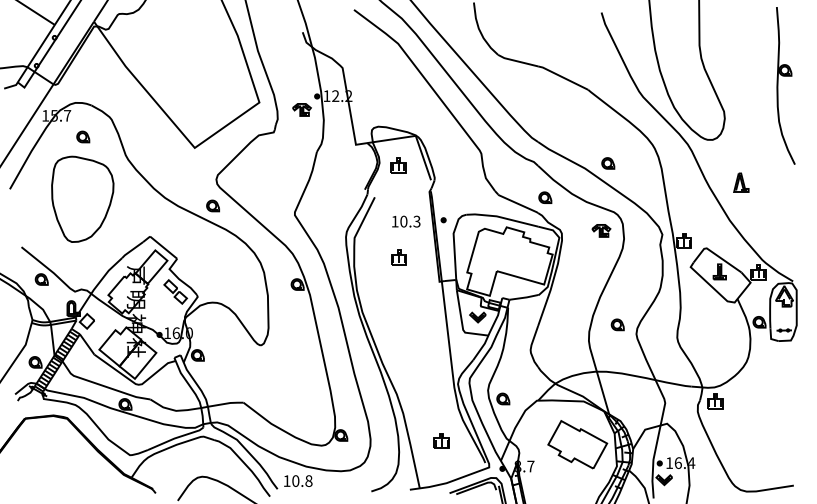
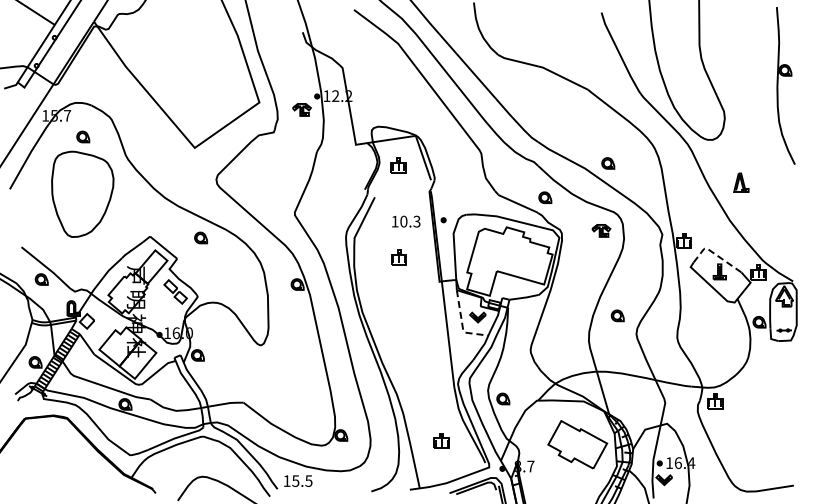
part at (82, 198) position: (82, 198) -> (82, 193)
part at (212, 205) position: (212, 205) -> (200, 237)
line at (714, 253): solid -> dashed
part at (617, 324) position: (617, 324) -> (617, 315)
line at (462, 325): solid -> dashed
text at (302, 480): 10.8 -> 15.5
